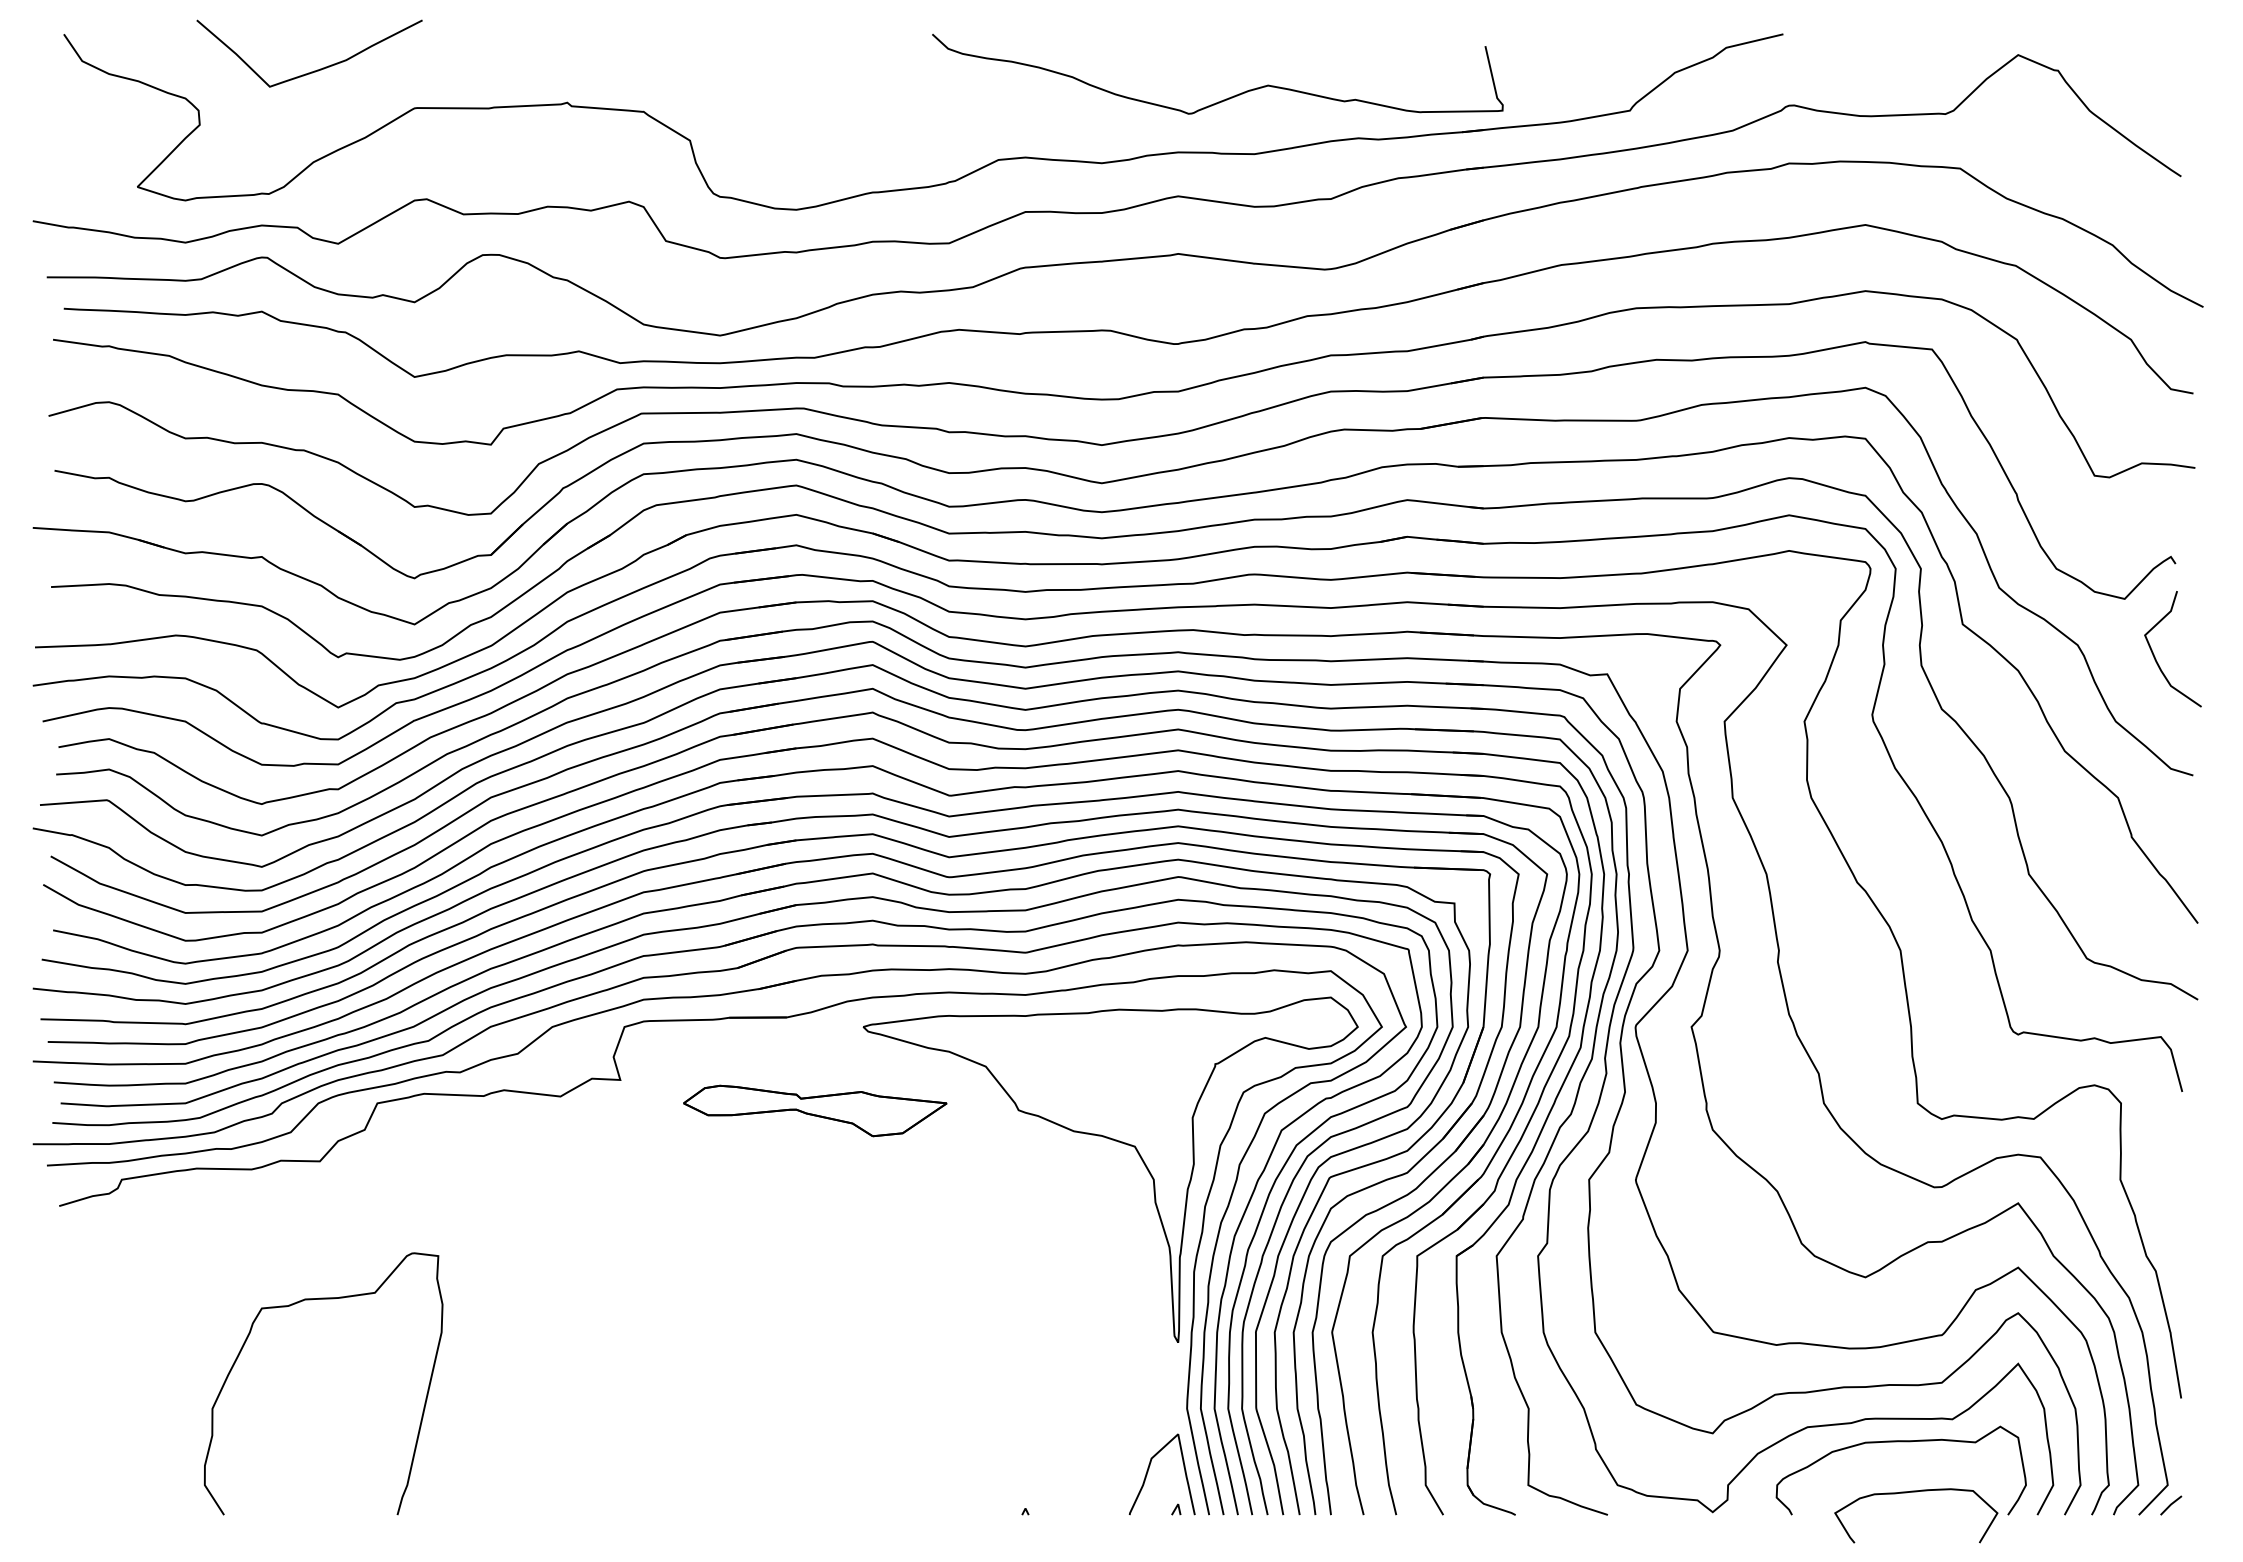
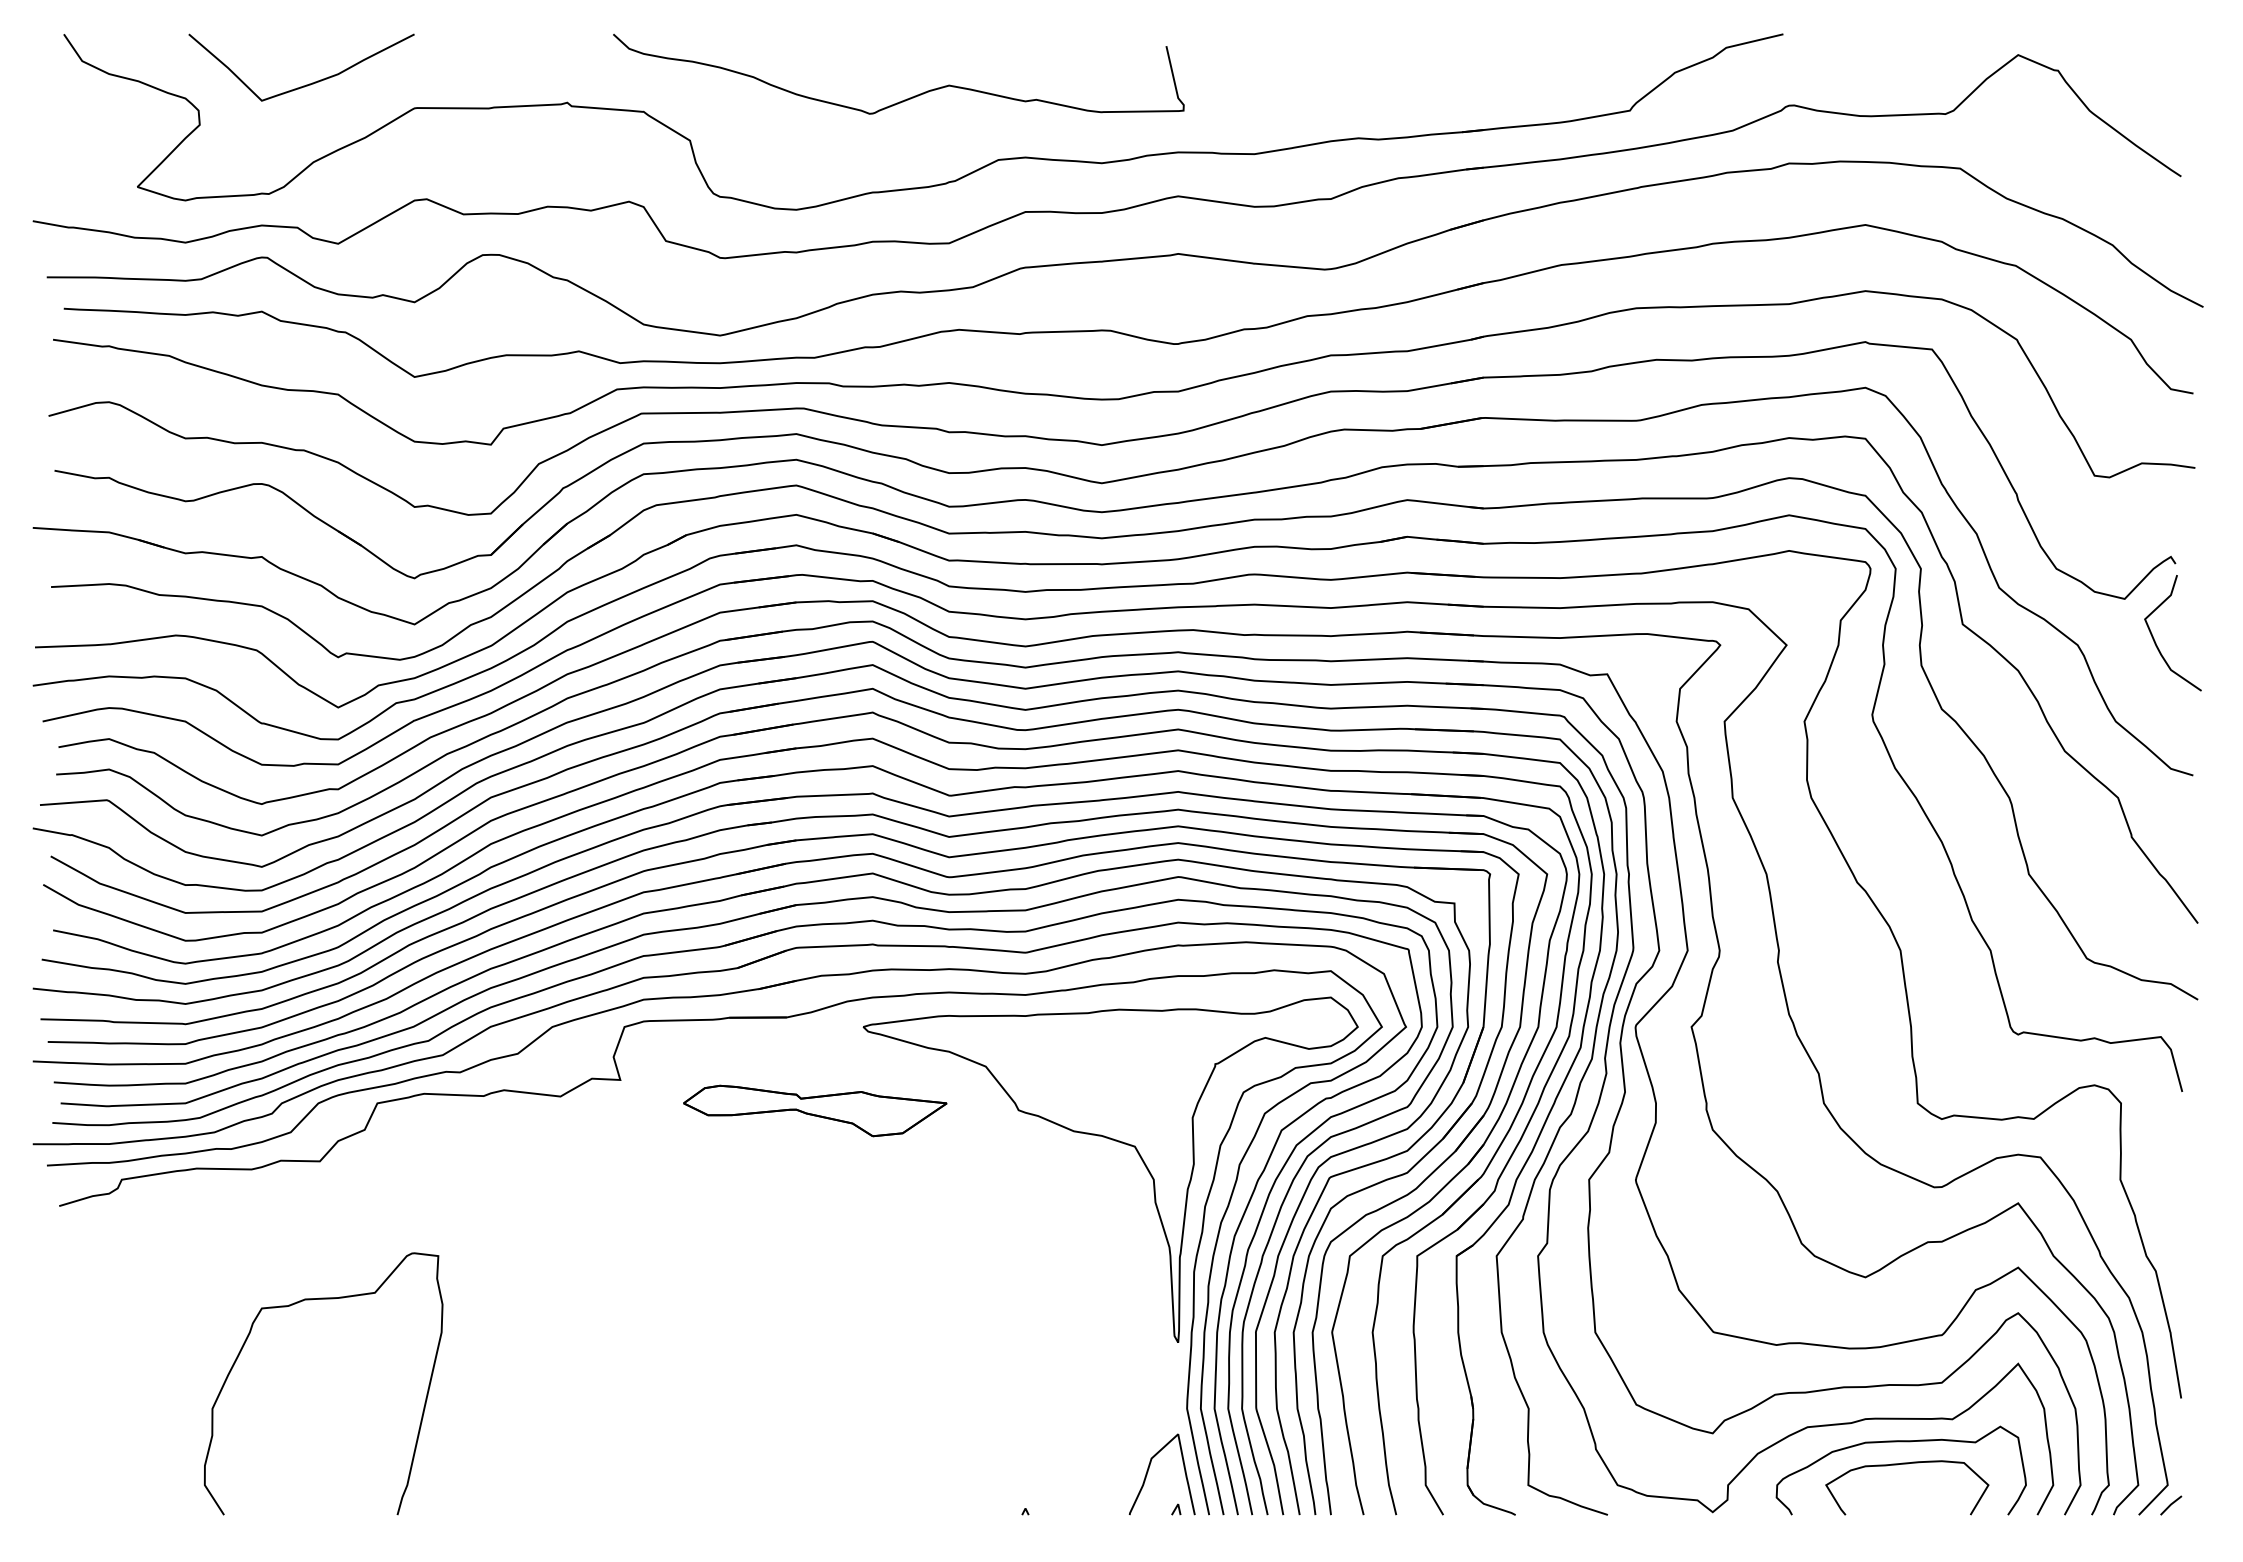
curve at (314, 70) position: (314, 70) -> (306, 84)
curve at (1228, 97) position: (1228, 97) -> (909, 97)
curve at (2155, 656) position: (2155, 656) -> (2155, 640)
curve at (1916, 1492) position: (1916, 1492) -> (1907, 1464)
